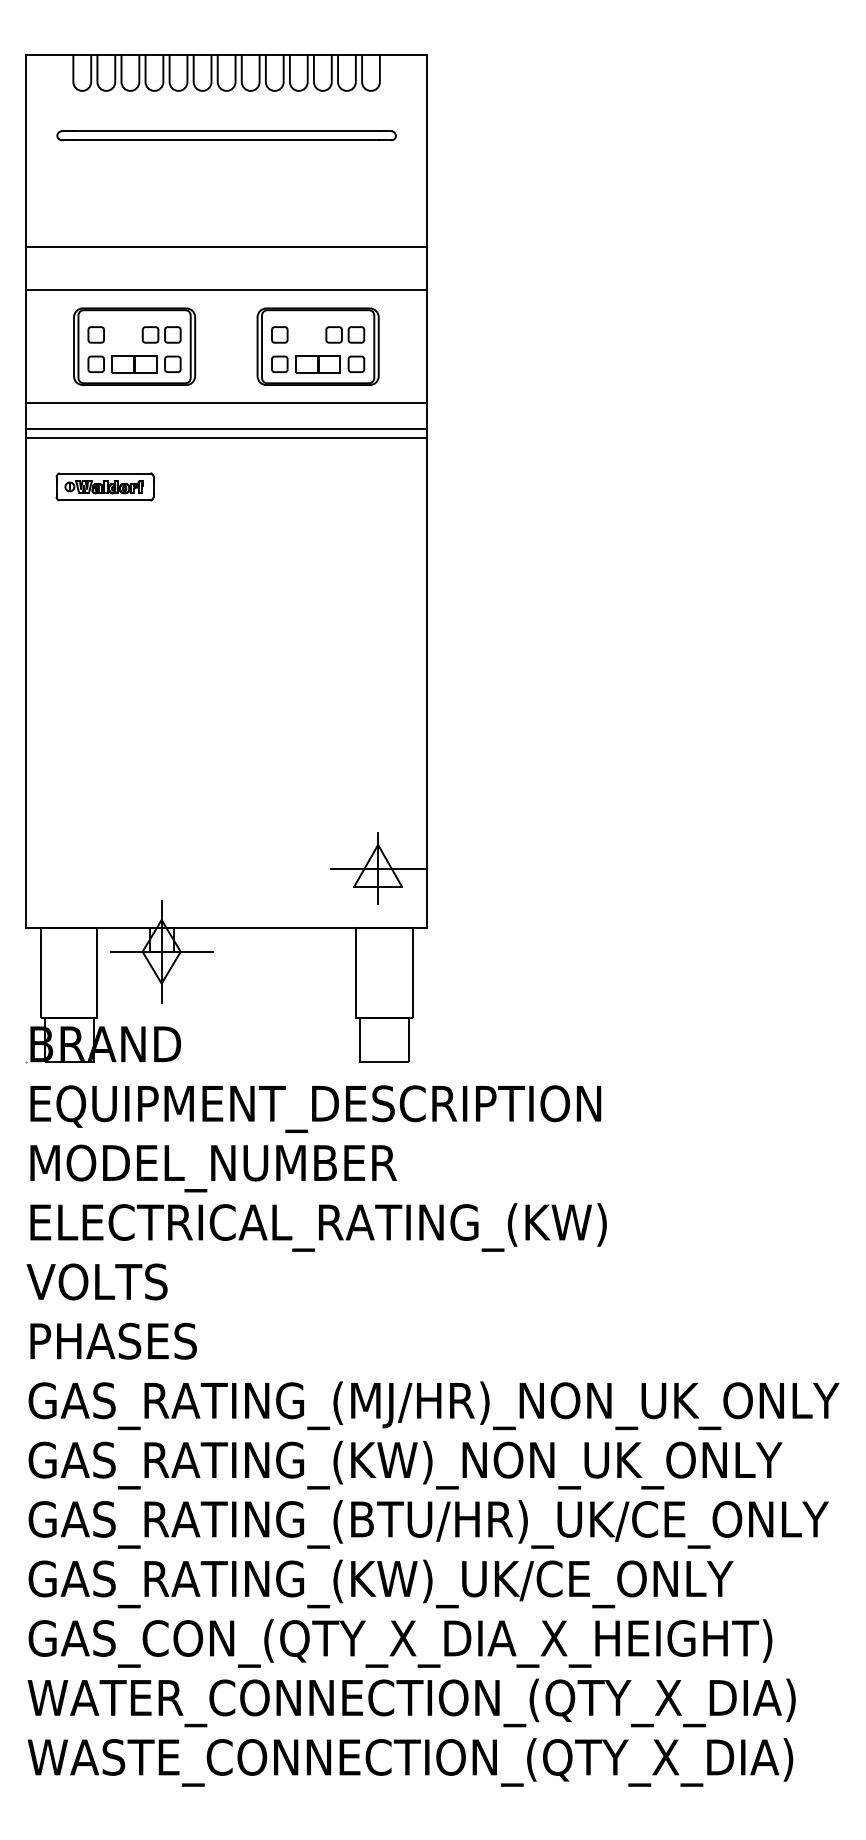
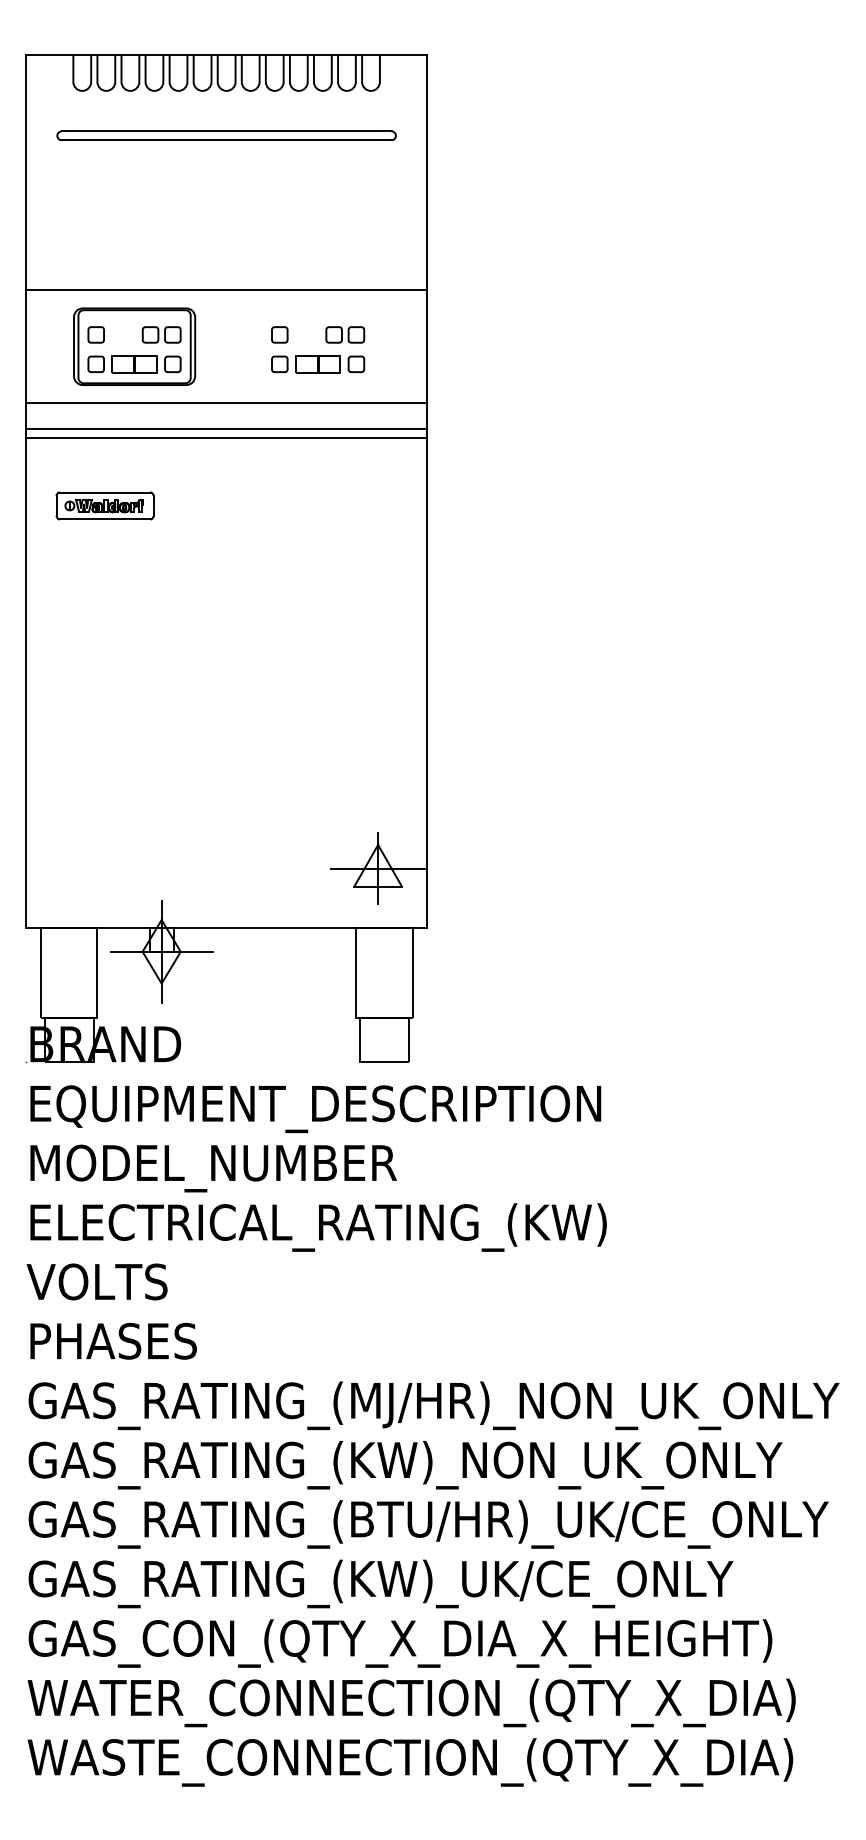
line at (226, 246): present -> none
part at (317, 346): present -> none
part at (104, 486) position: (104, 486) -> (104, 505)
